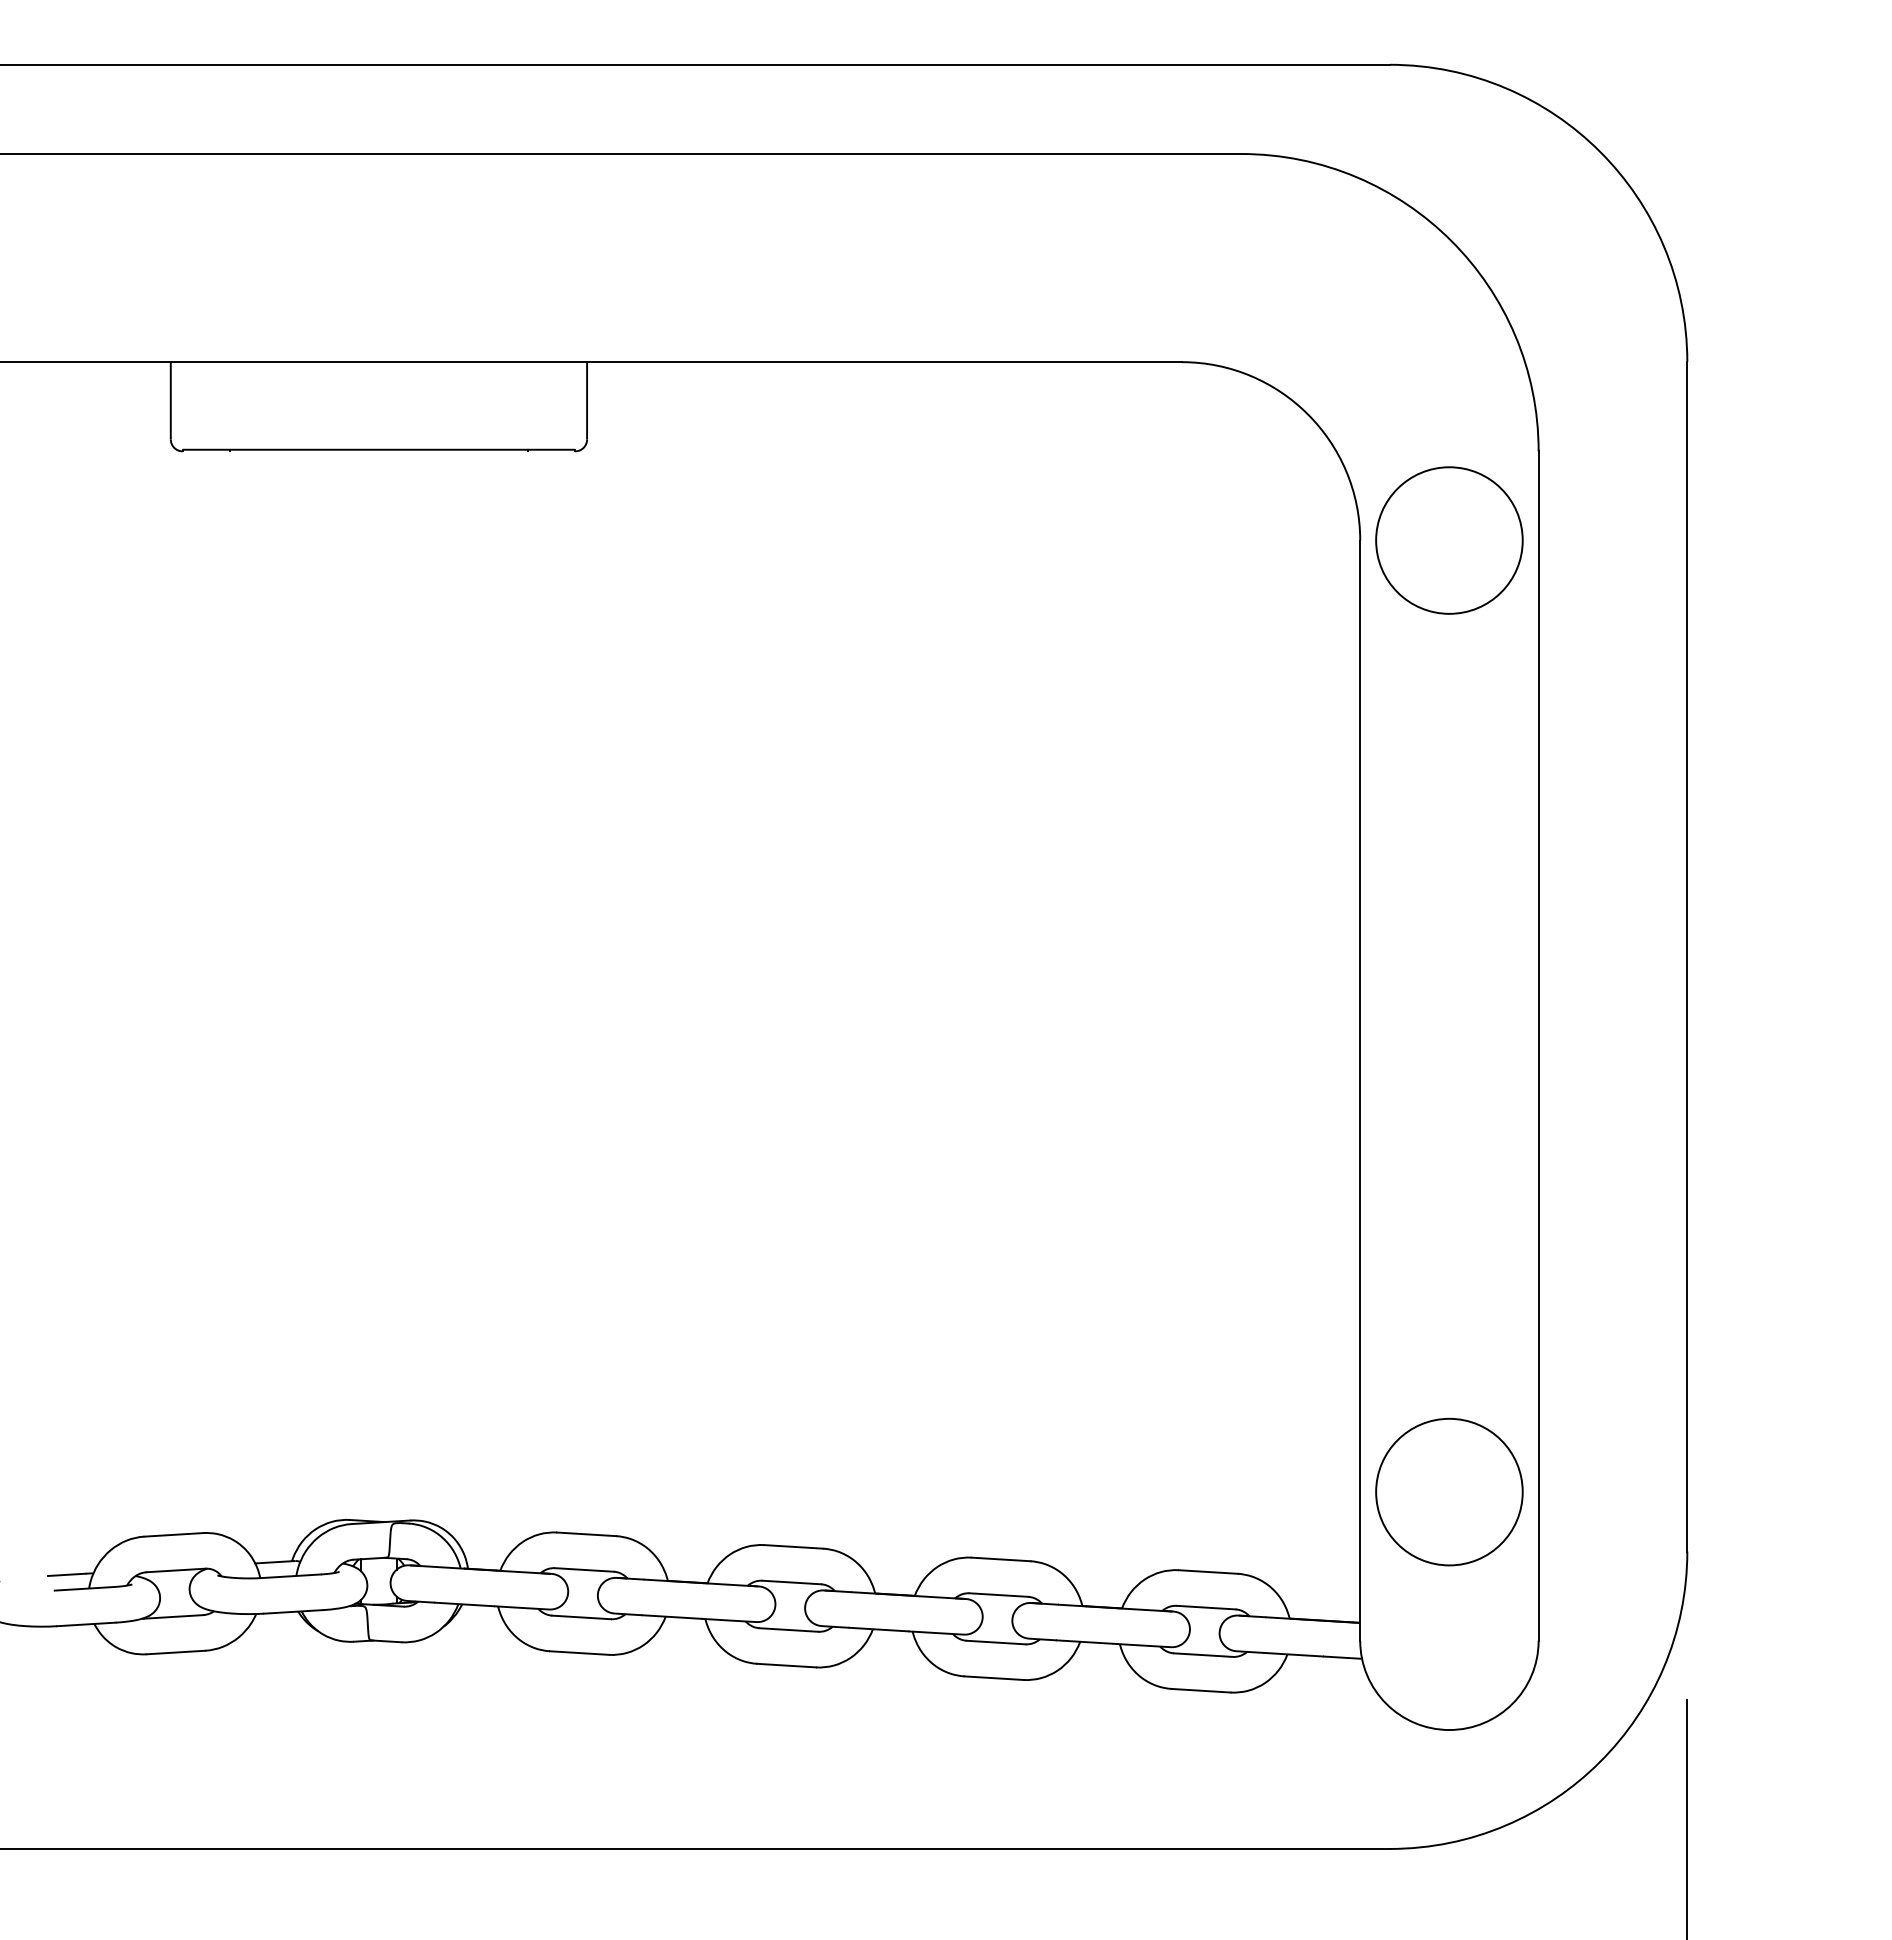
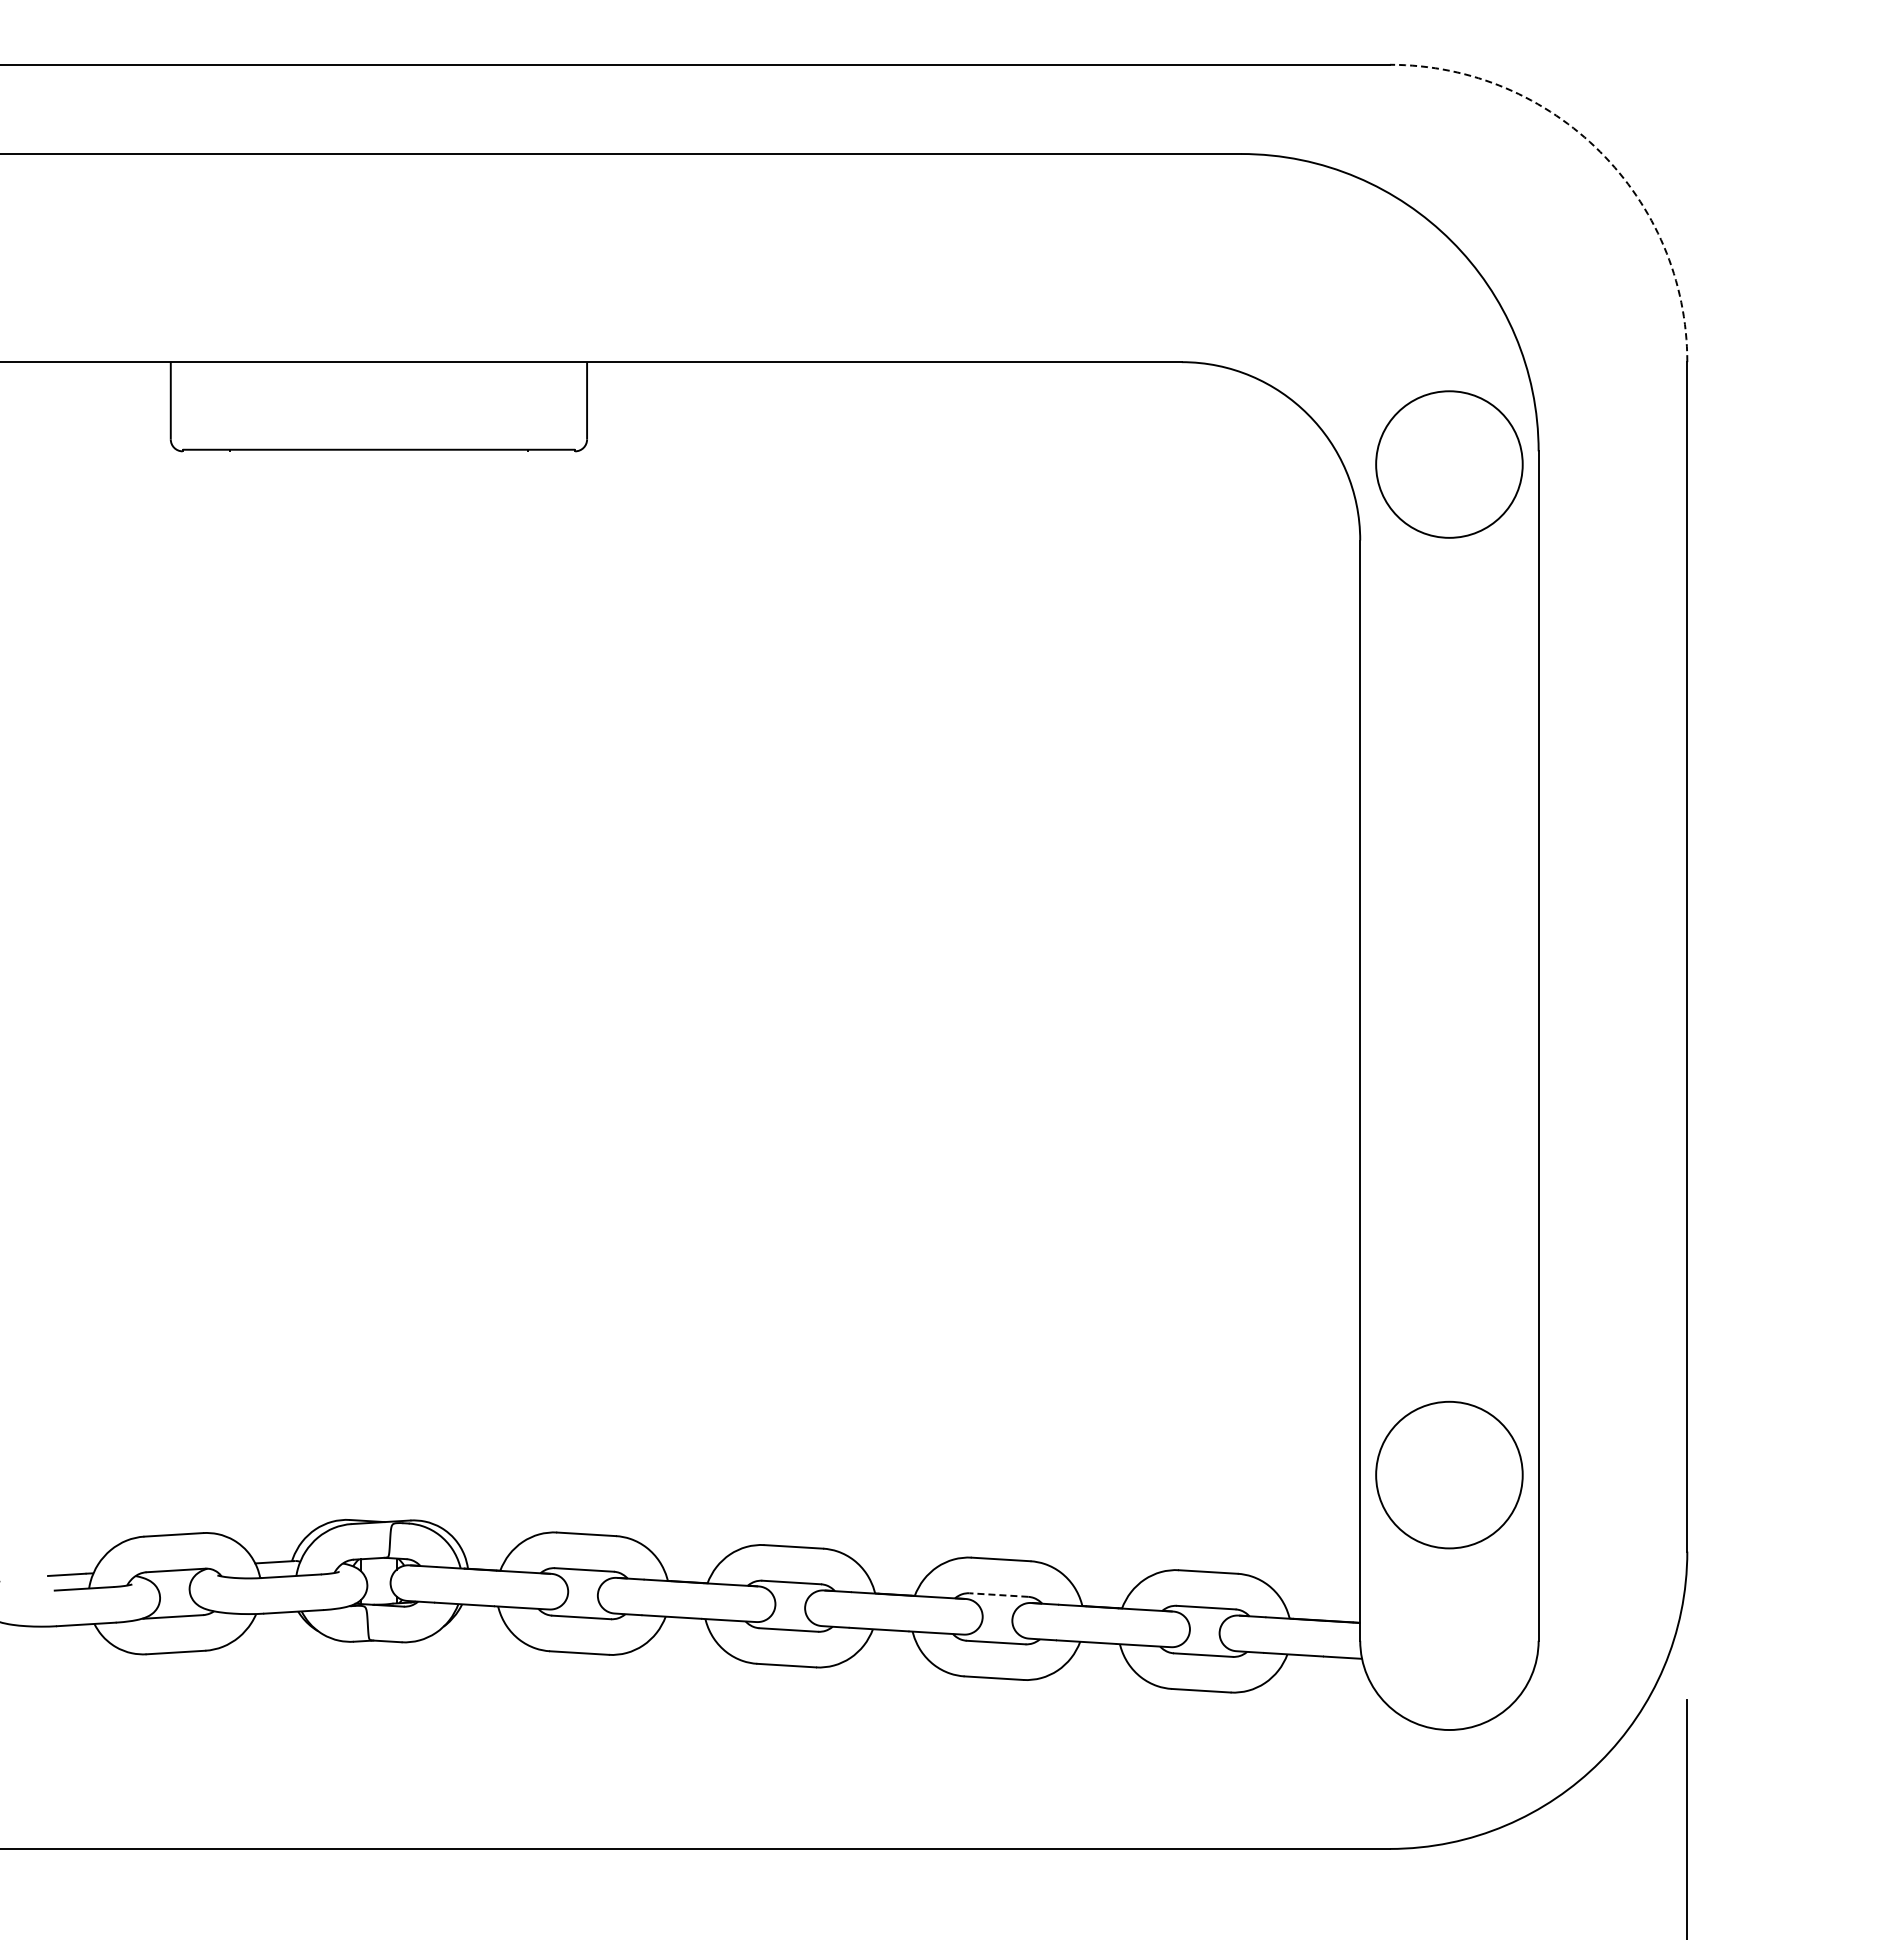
arc at (1600, 151): solid -> dashed
circle at (1449, 540) position: (1449, 540) -> (1449, 464)
circle at (1449, 1491) position: (1449, 1491) -> (1449, 1474)
line at (998, 1595): solid -> dashed
